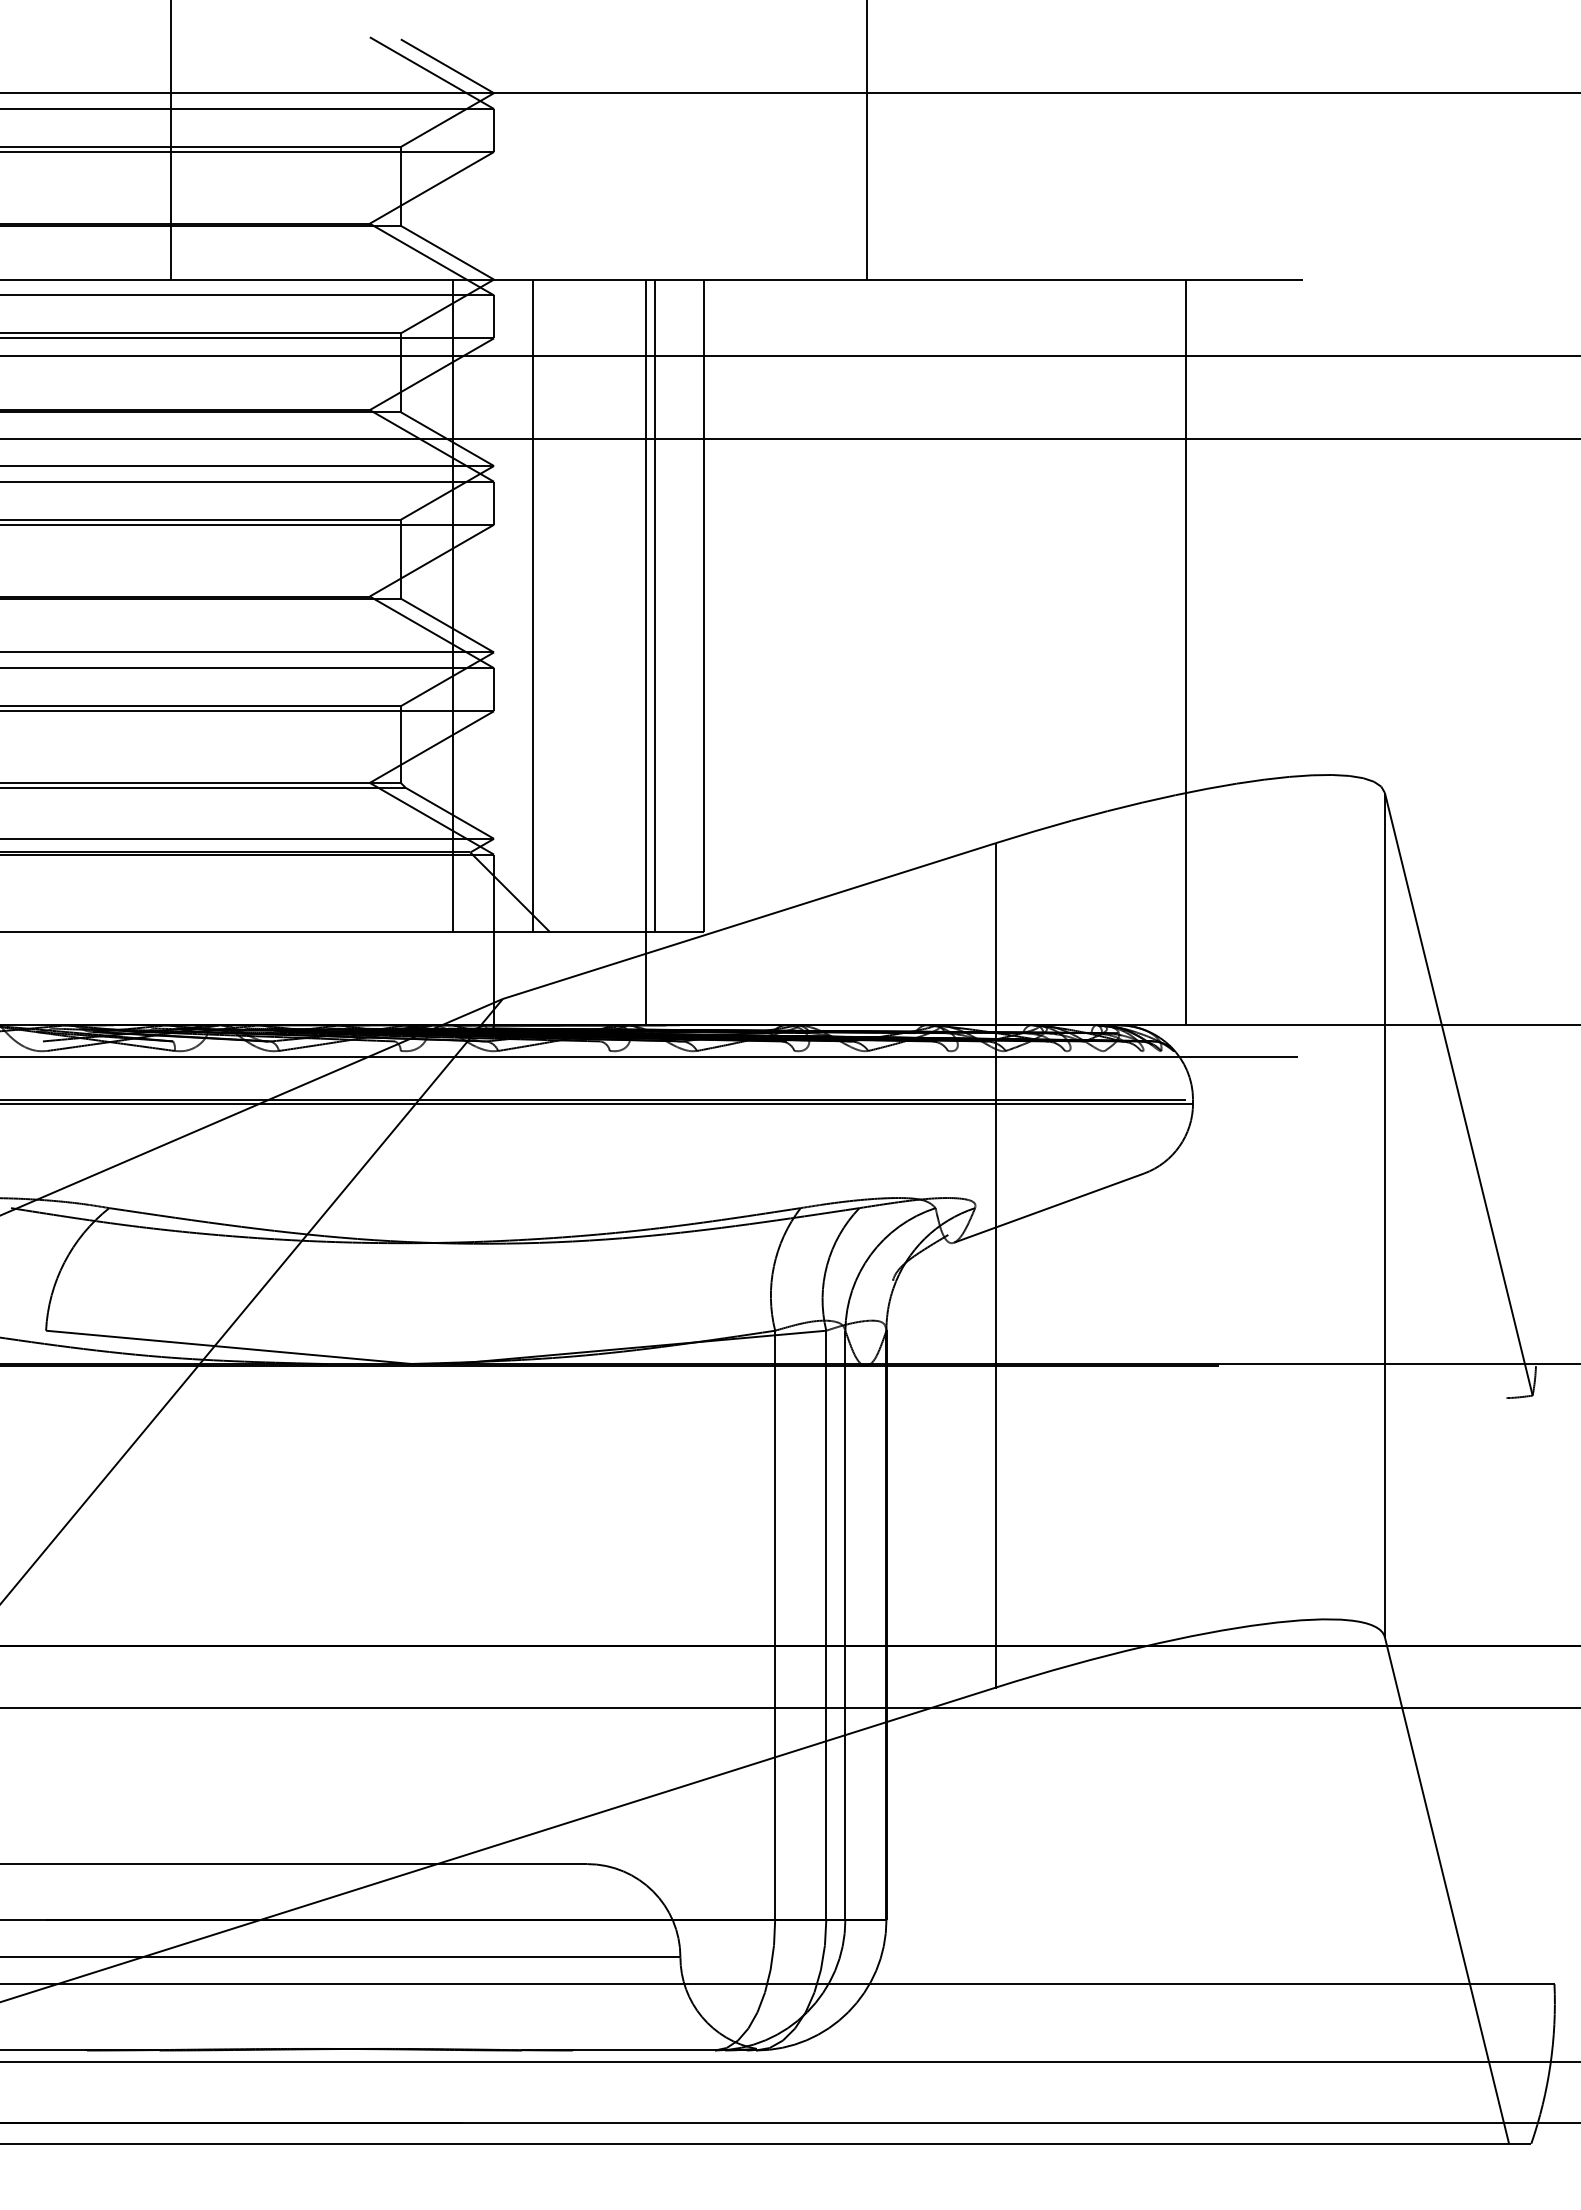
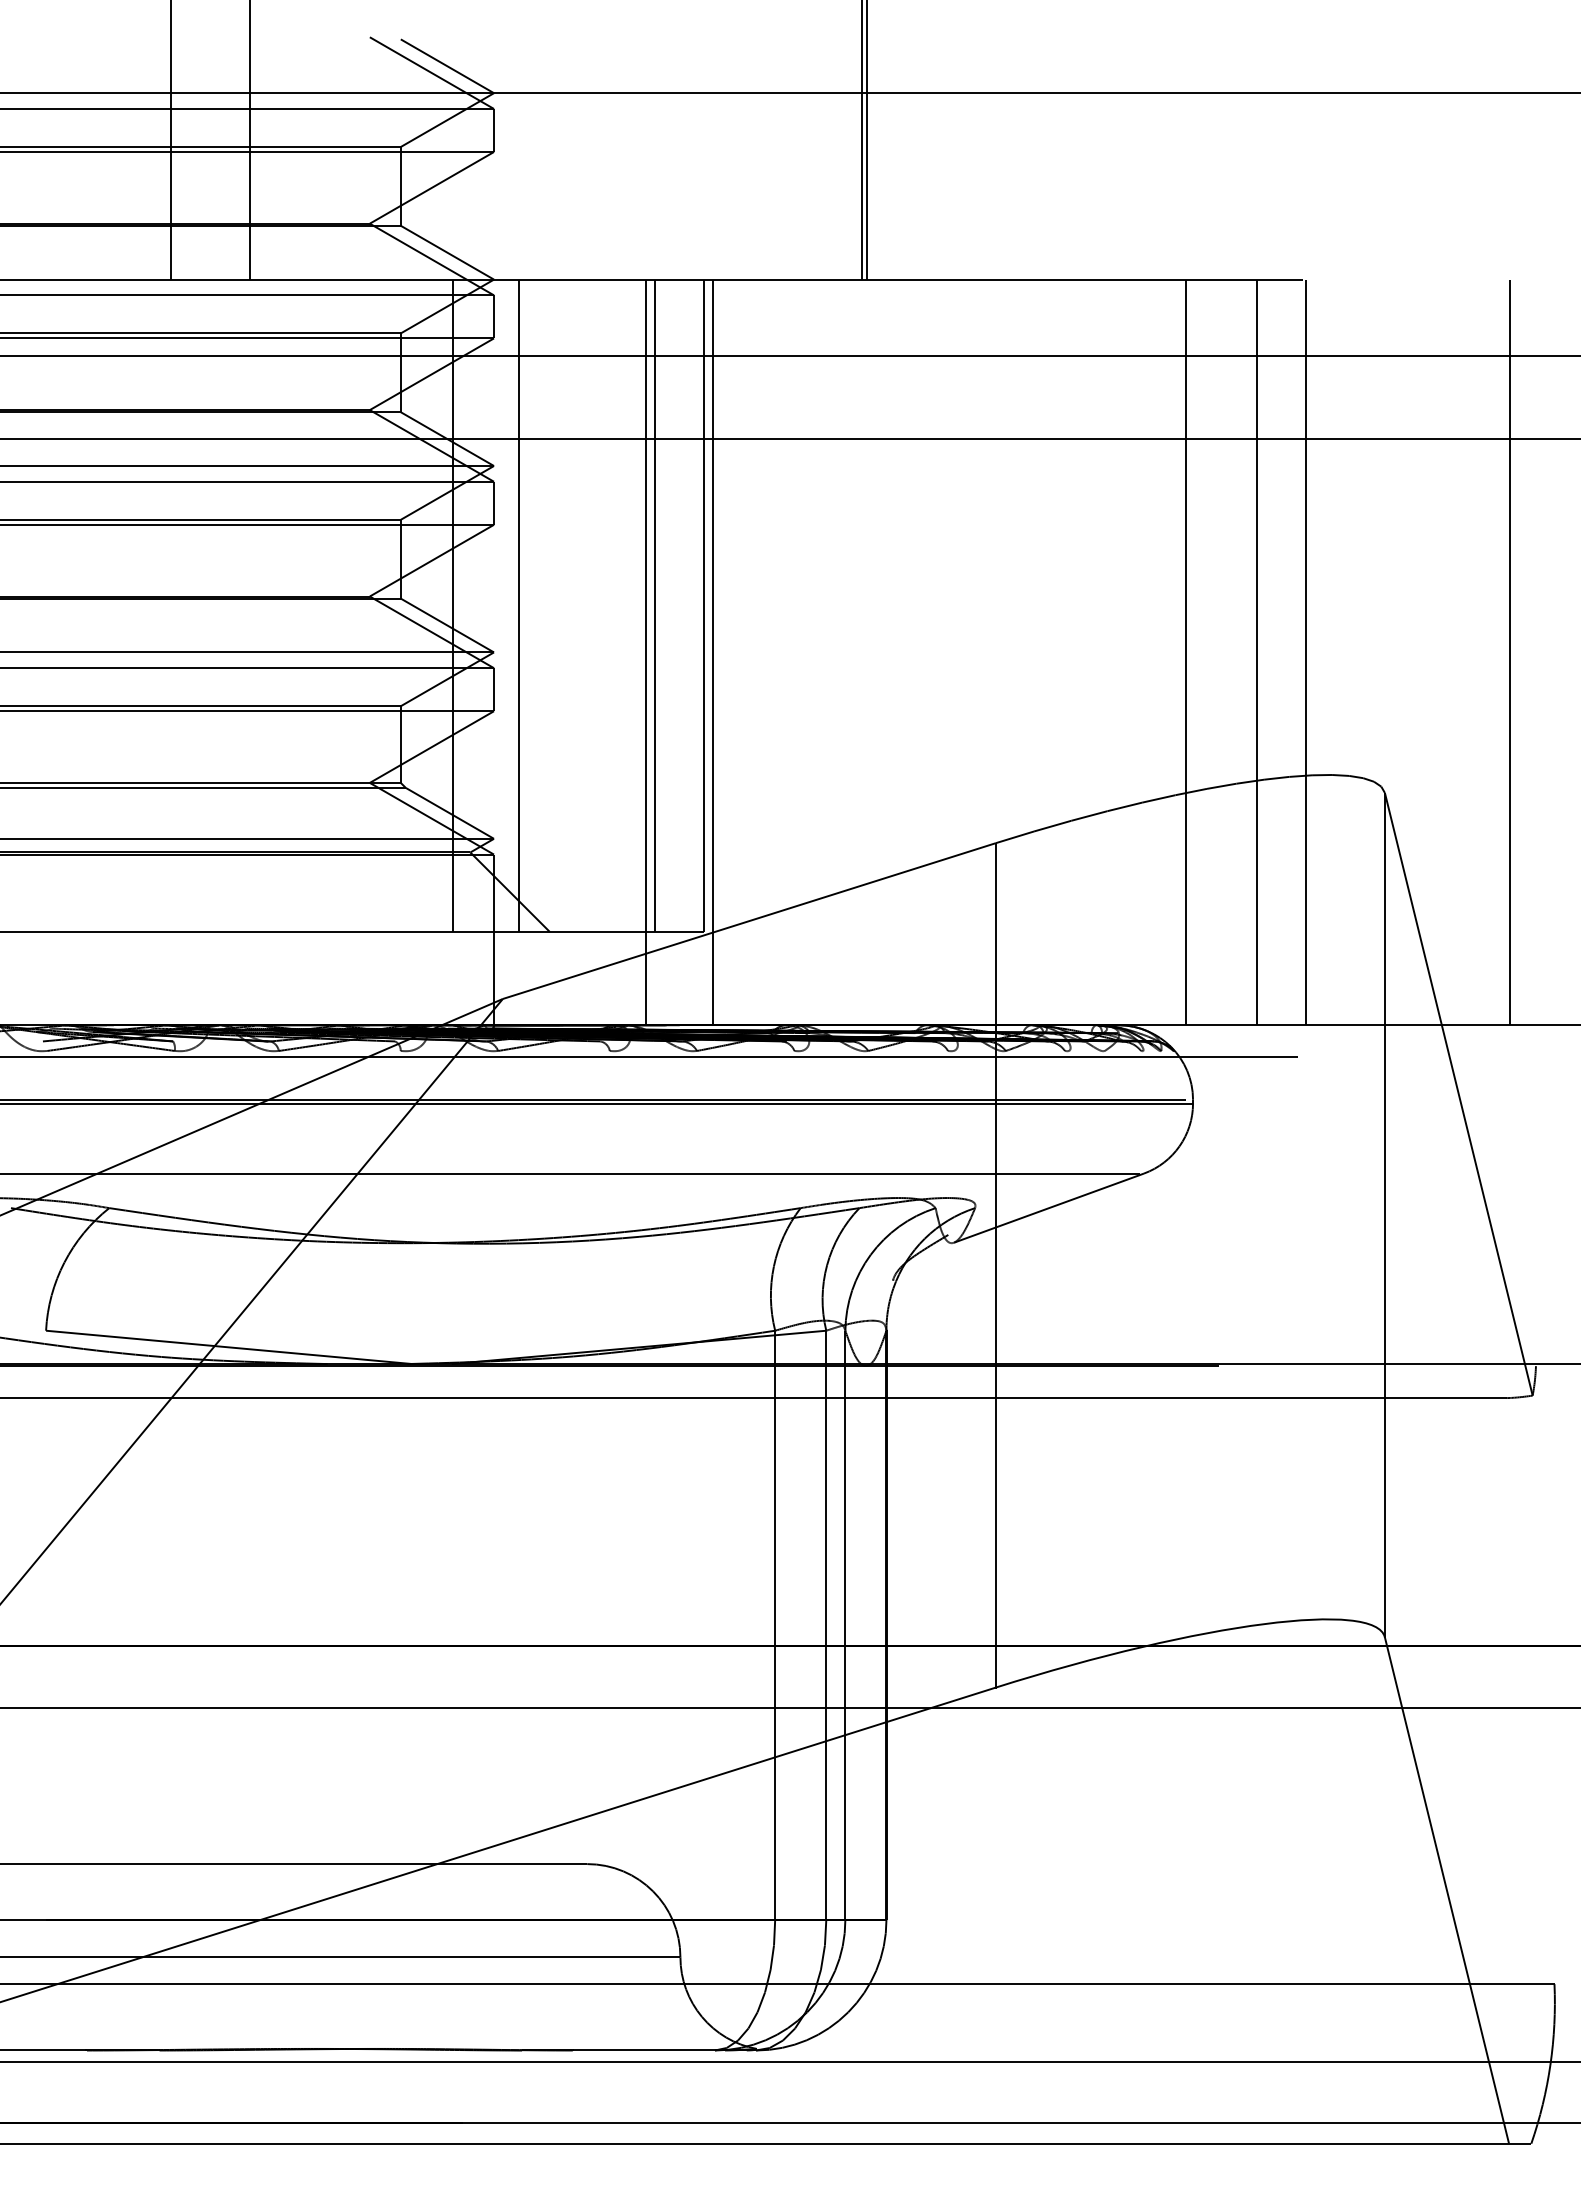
line at (249, 140): none -> present
line at (862, 140): none -> present
line at (532, 605) position: (532, 605) -> (518, 605)
line at (712, 652): none -> present
line at (1256, 652): none -> present
line at (1305, 652): none -> present
line at (1509, 652): none -> present
line at (571, 1173): none -> present
line at (754, 1398): none -> present
